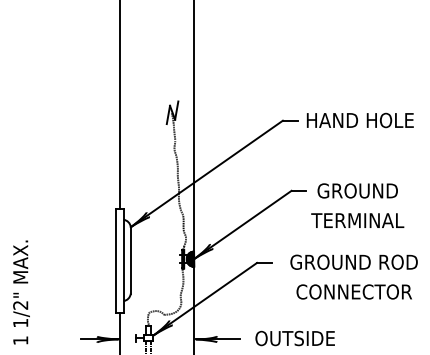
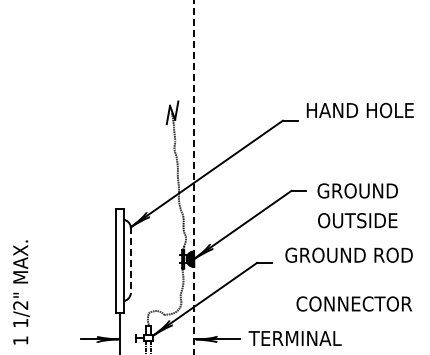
line at (120, 105): present -> none
text at (359, 120) position: (359, 120) -> (359, 110)
line at (194, 177): solid -> dashed
text at (357, 220): TERMINAL -> OUTSIDE
line at (130, 260): solid -> dashed
text at (353, 261) position: (353, 261) -> (348, 254)
text at (353, 291) position: (353, 291) -> (353, 303)
text at (294, 338): OUTSIDE -> TERMINAL
